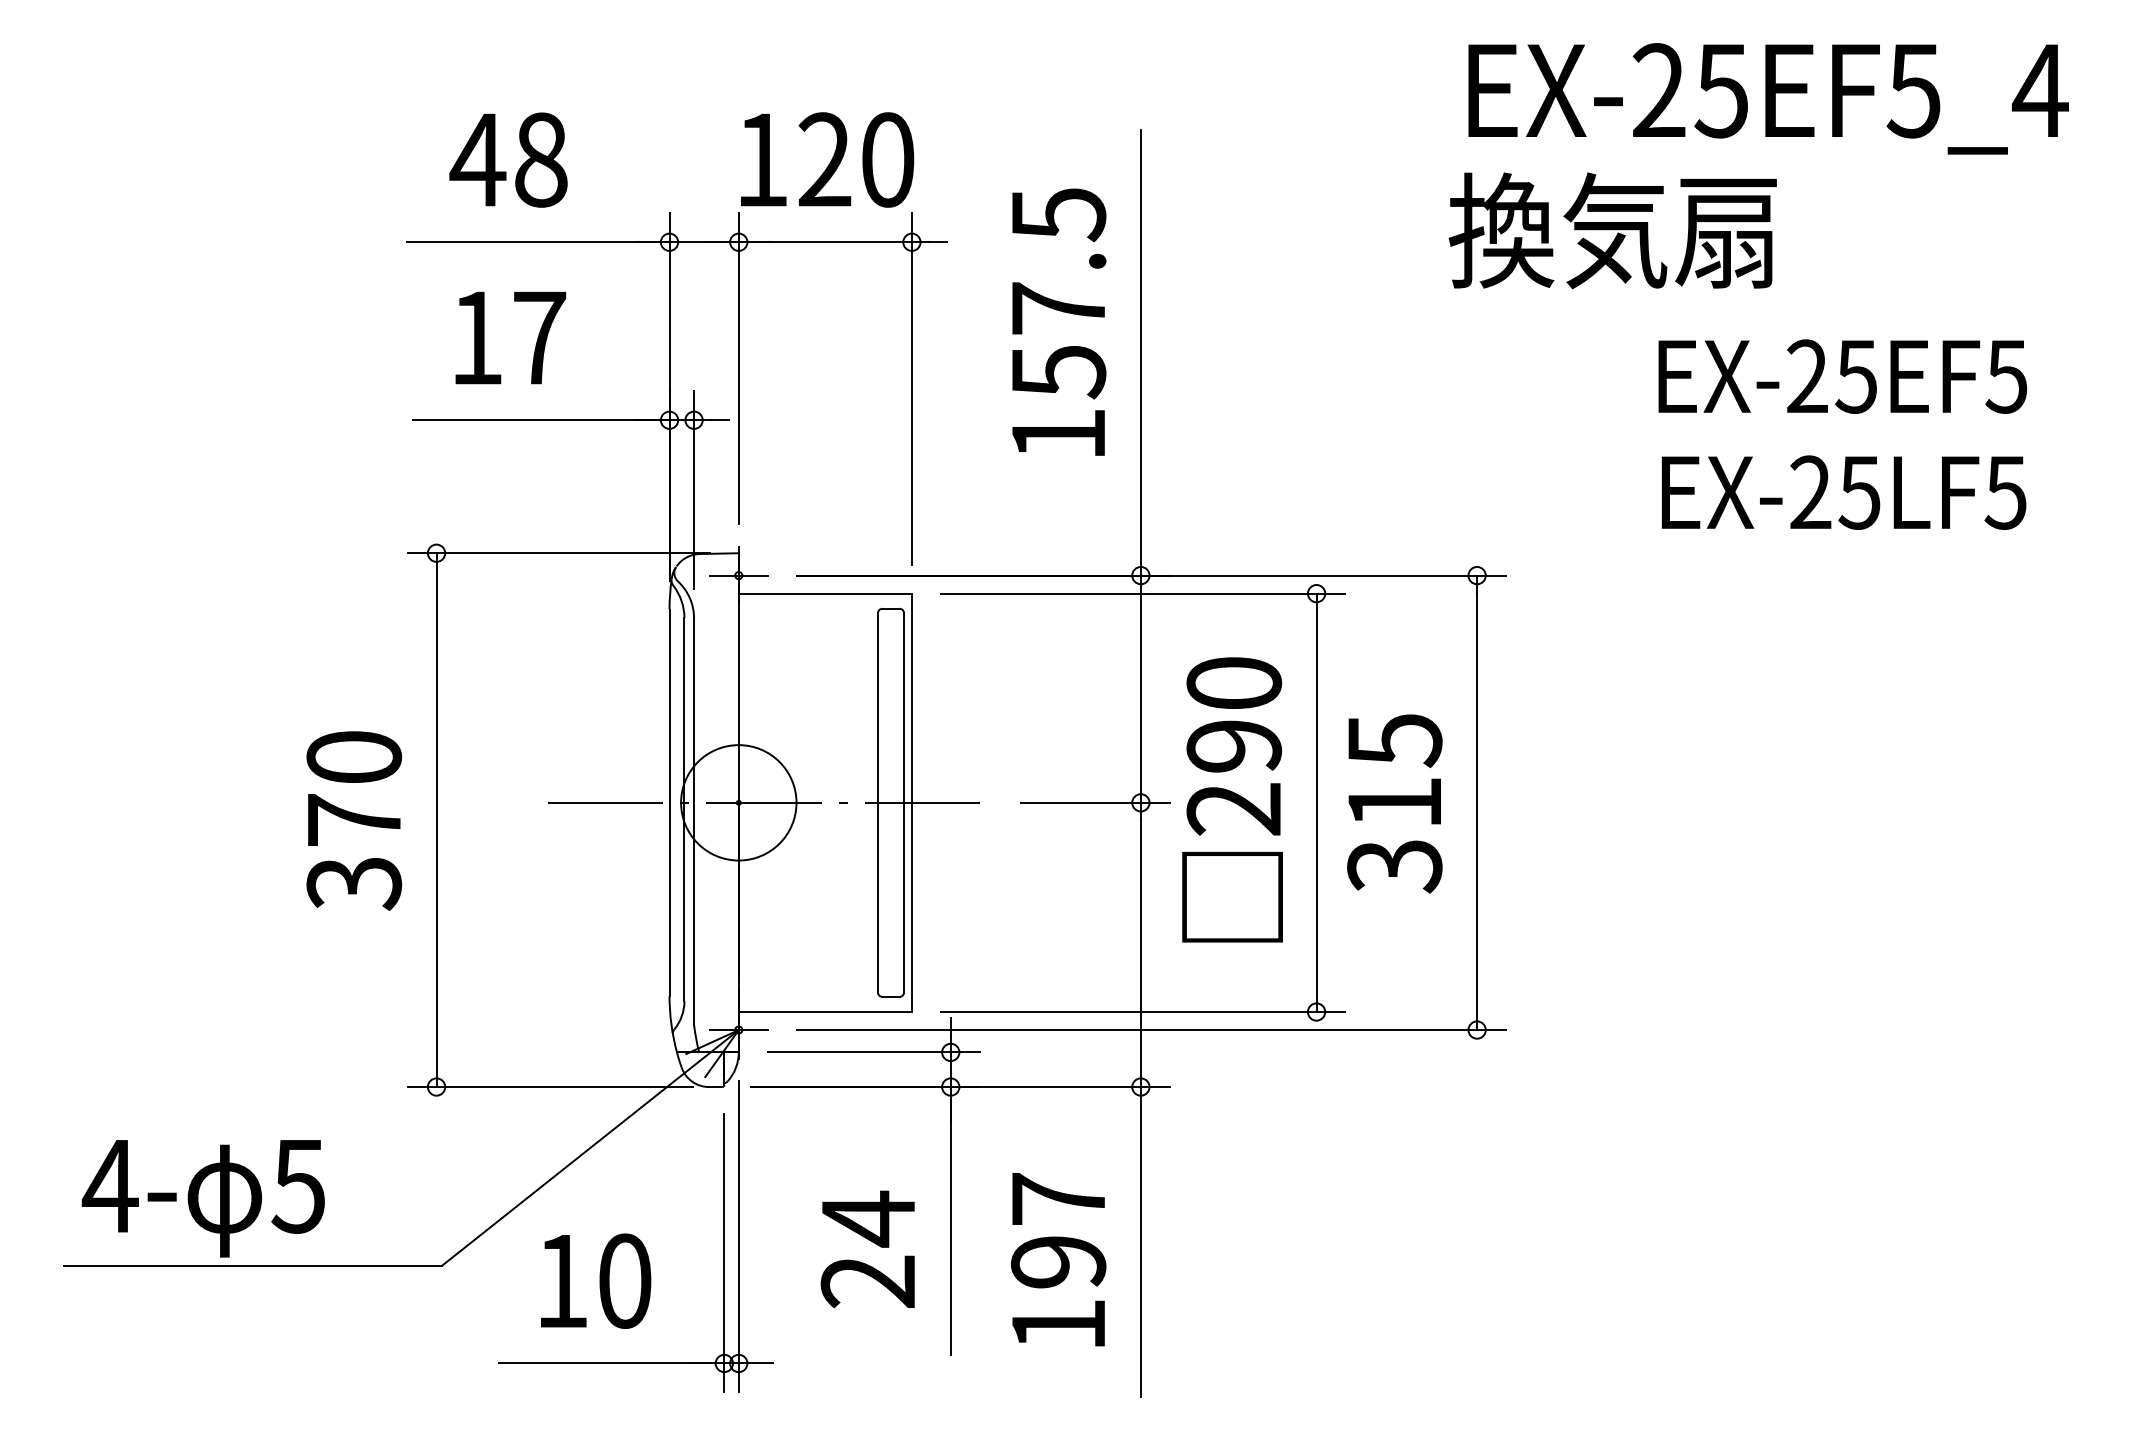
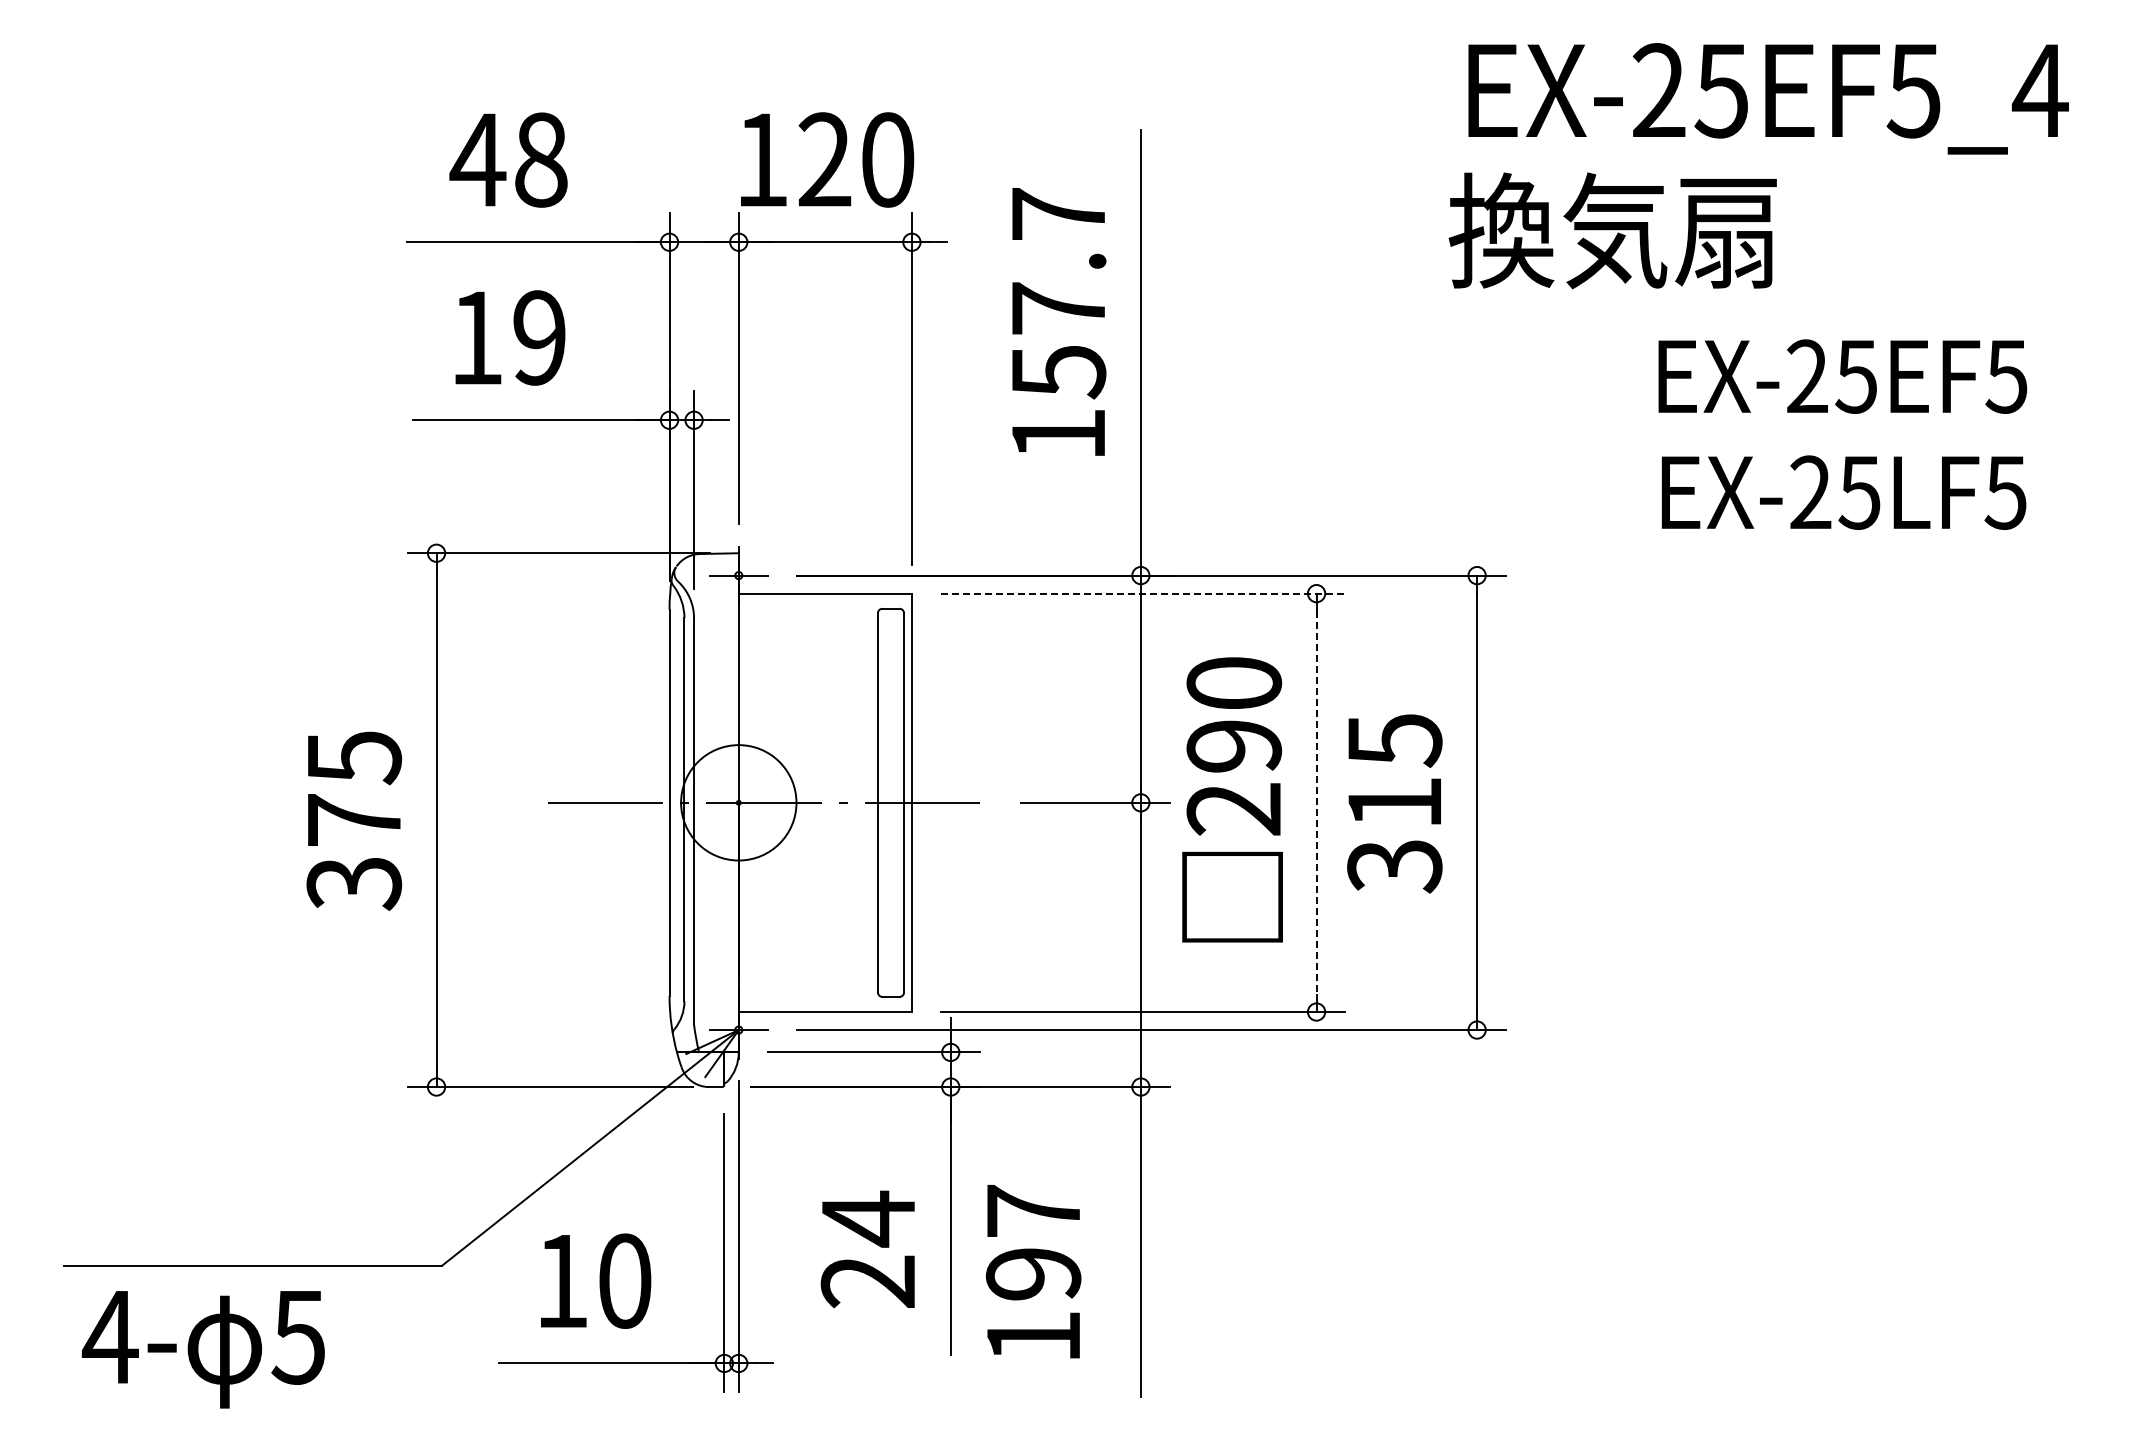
text at (1059, 215): 157.5 -> 157.7
text at (539, 337): 17 -> 19
line at (1143, 593): solid -> dashed
text at (354, 758): 370 -> 375
line at (1316, 802): solid -> dashed
text at (202, 1198) position: (202, 1198) -> (202, 1349)
text at (1058, 1259) position: (1058, 1259) -> (1033, 1271)
